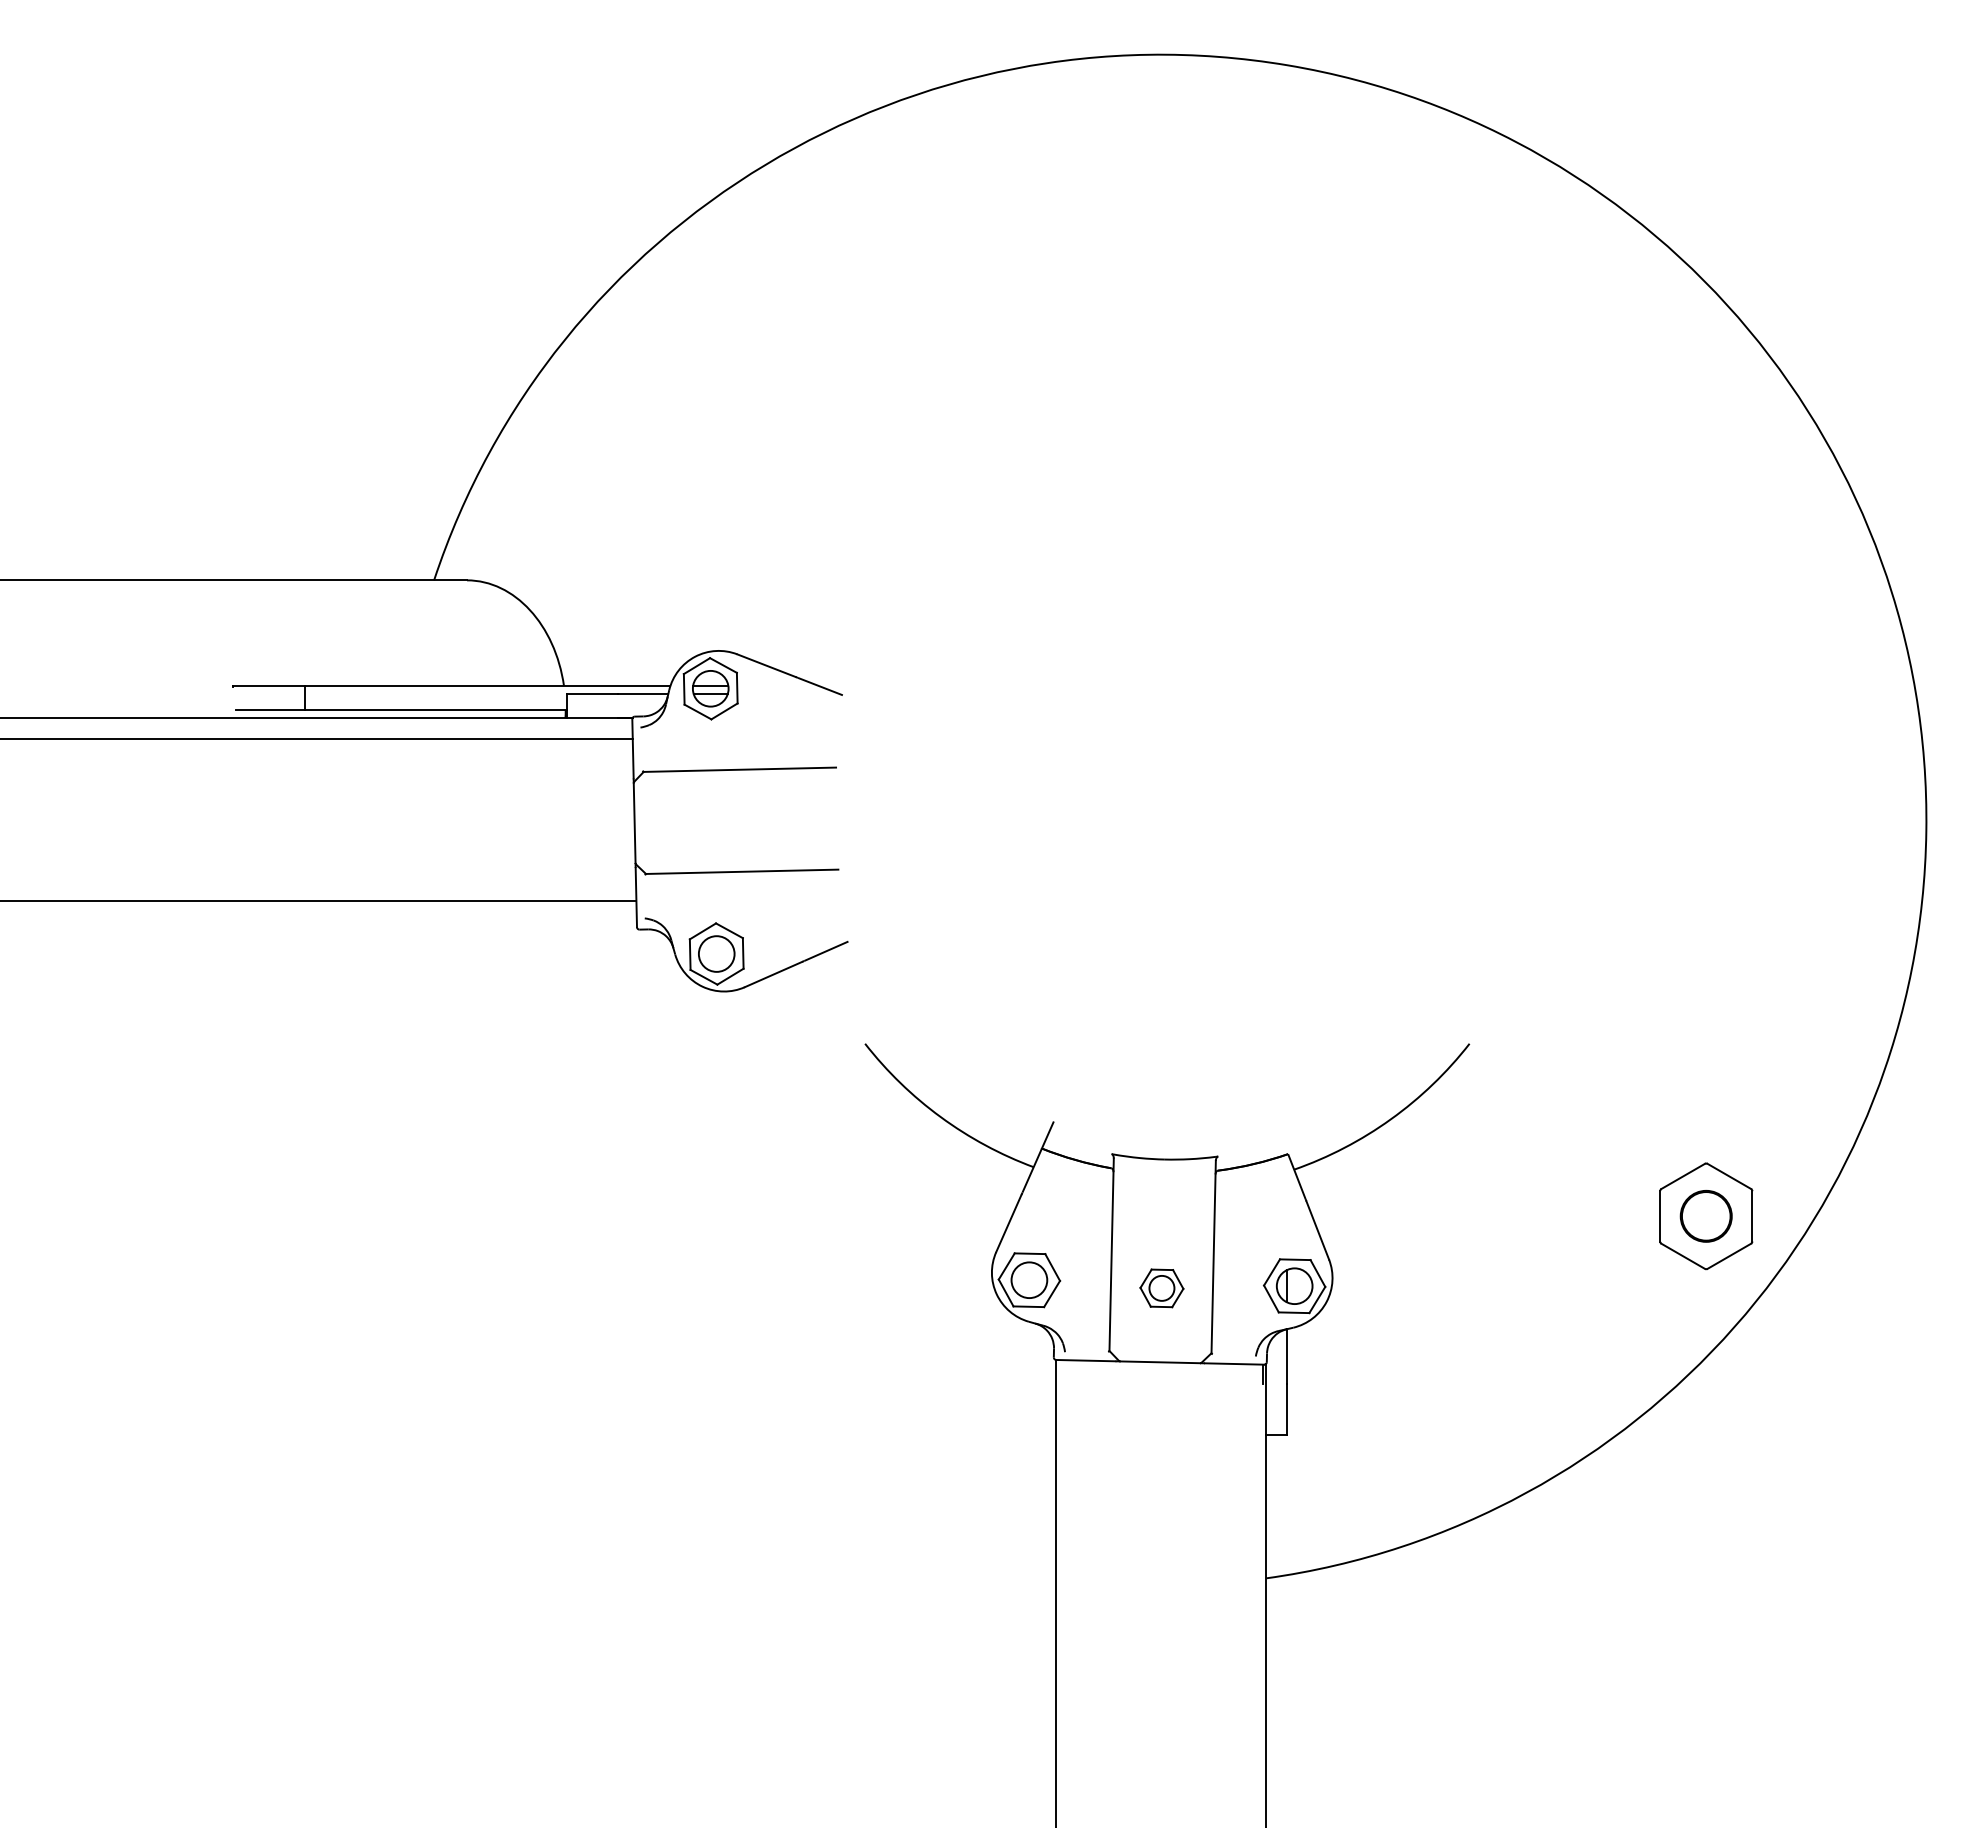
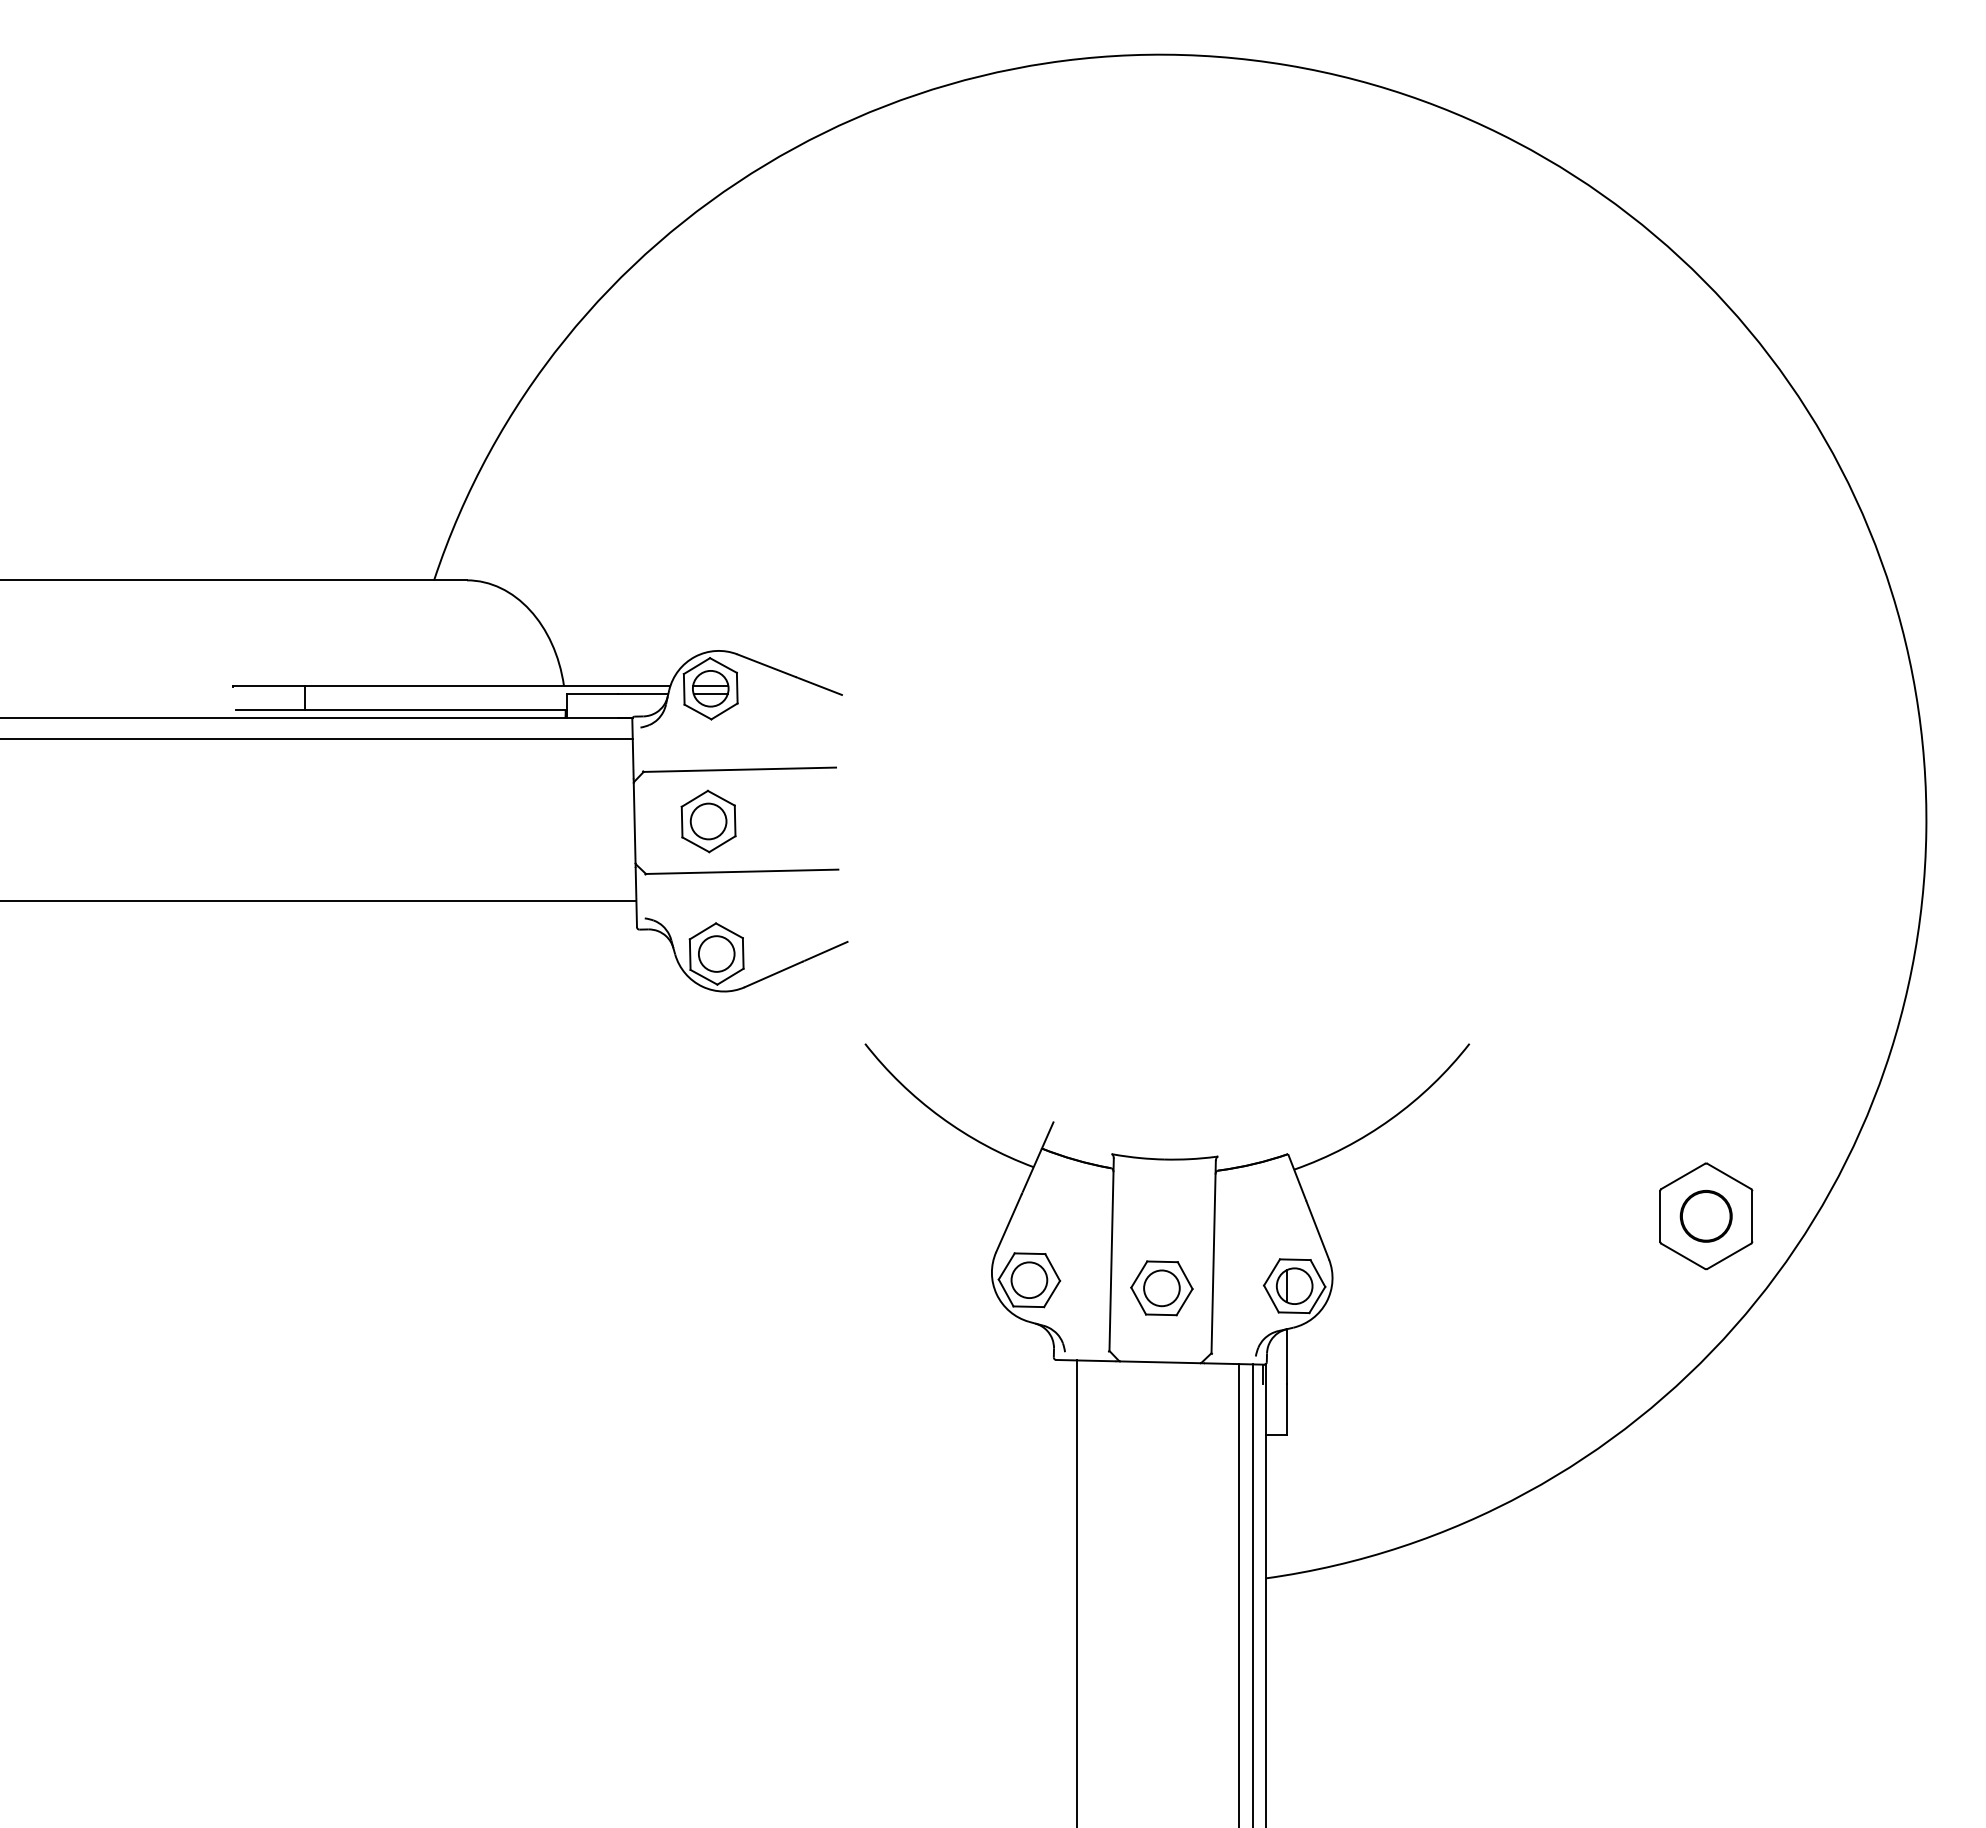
part at (708, 821): none -> present
part at (1161, 1288) size: 46x41 px -> 64x57 px
line at (1055, 1592) position: (1055, 1592) -> (1076, 1592)
line at (1238, 1594): none -> present
line at (1253, 1594): none -> present
